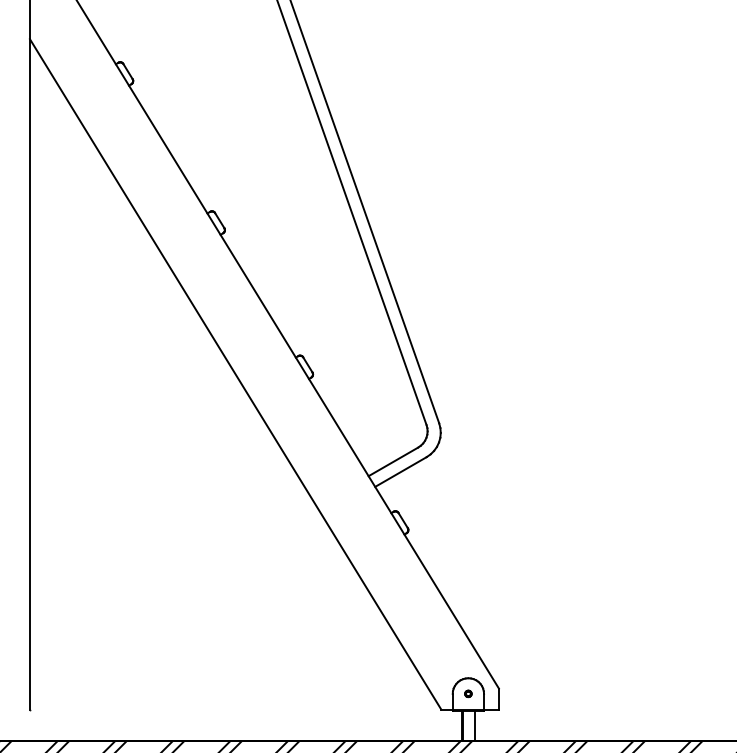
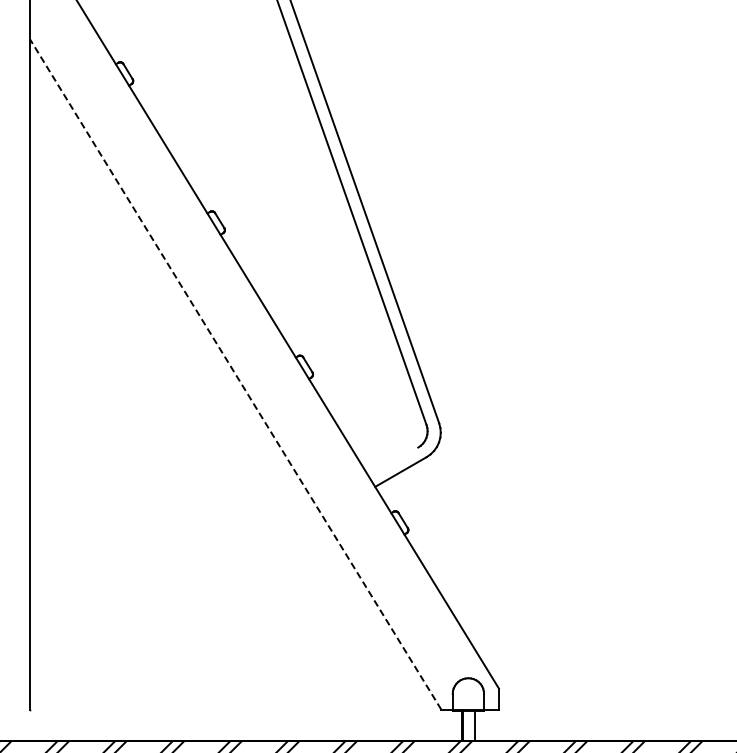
line at (235, 373): solid -> dashed
line at (393, 461): present -> none
part at (468, 693): present -> none
